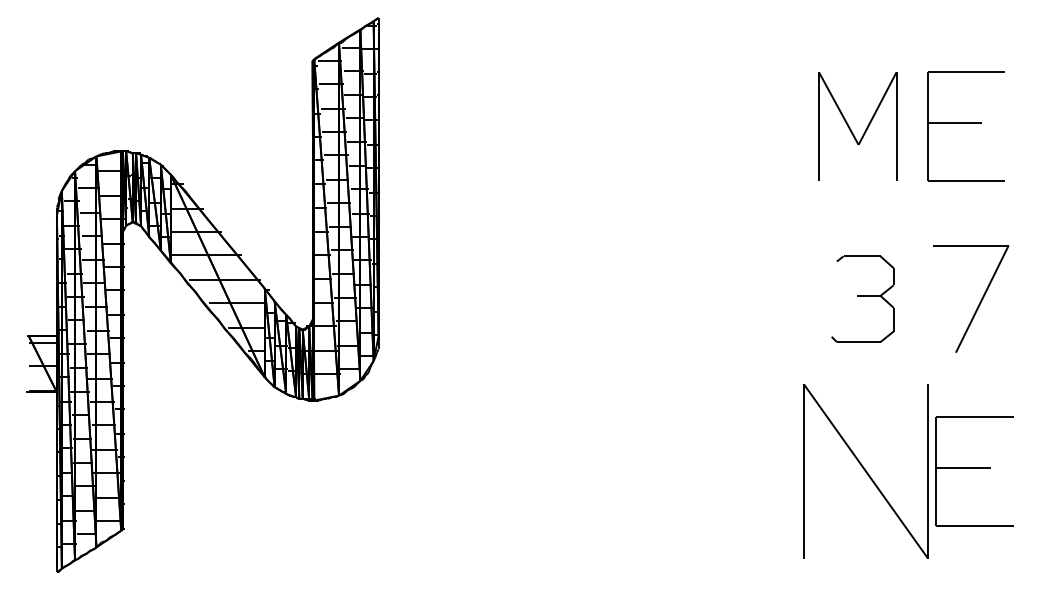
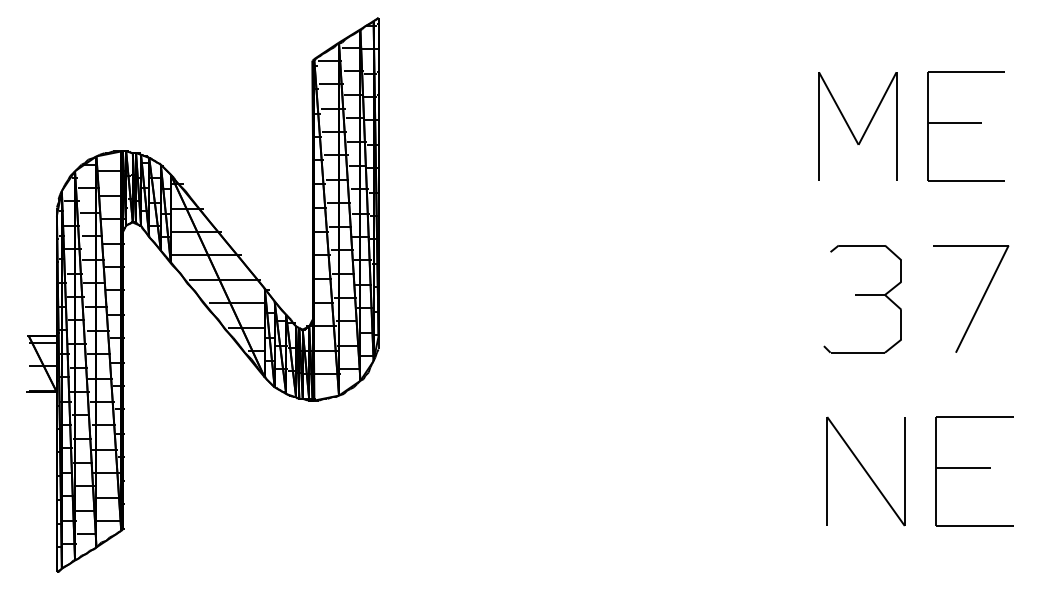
part at (862, 298) size: 64x88 px -> 79x109 px
part at (865, 471) size: 126x175 px -> 80x111 px
